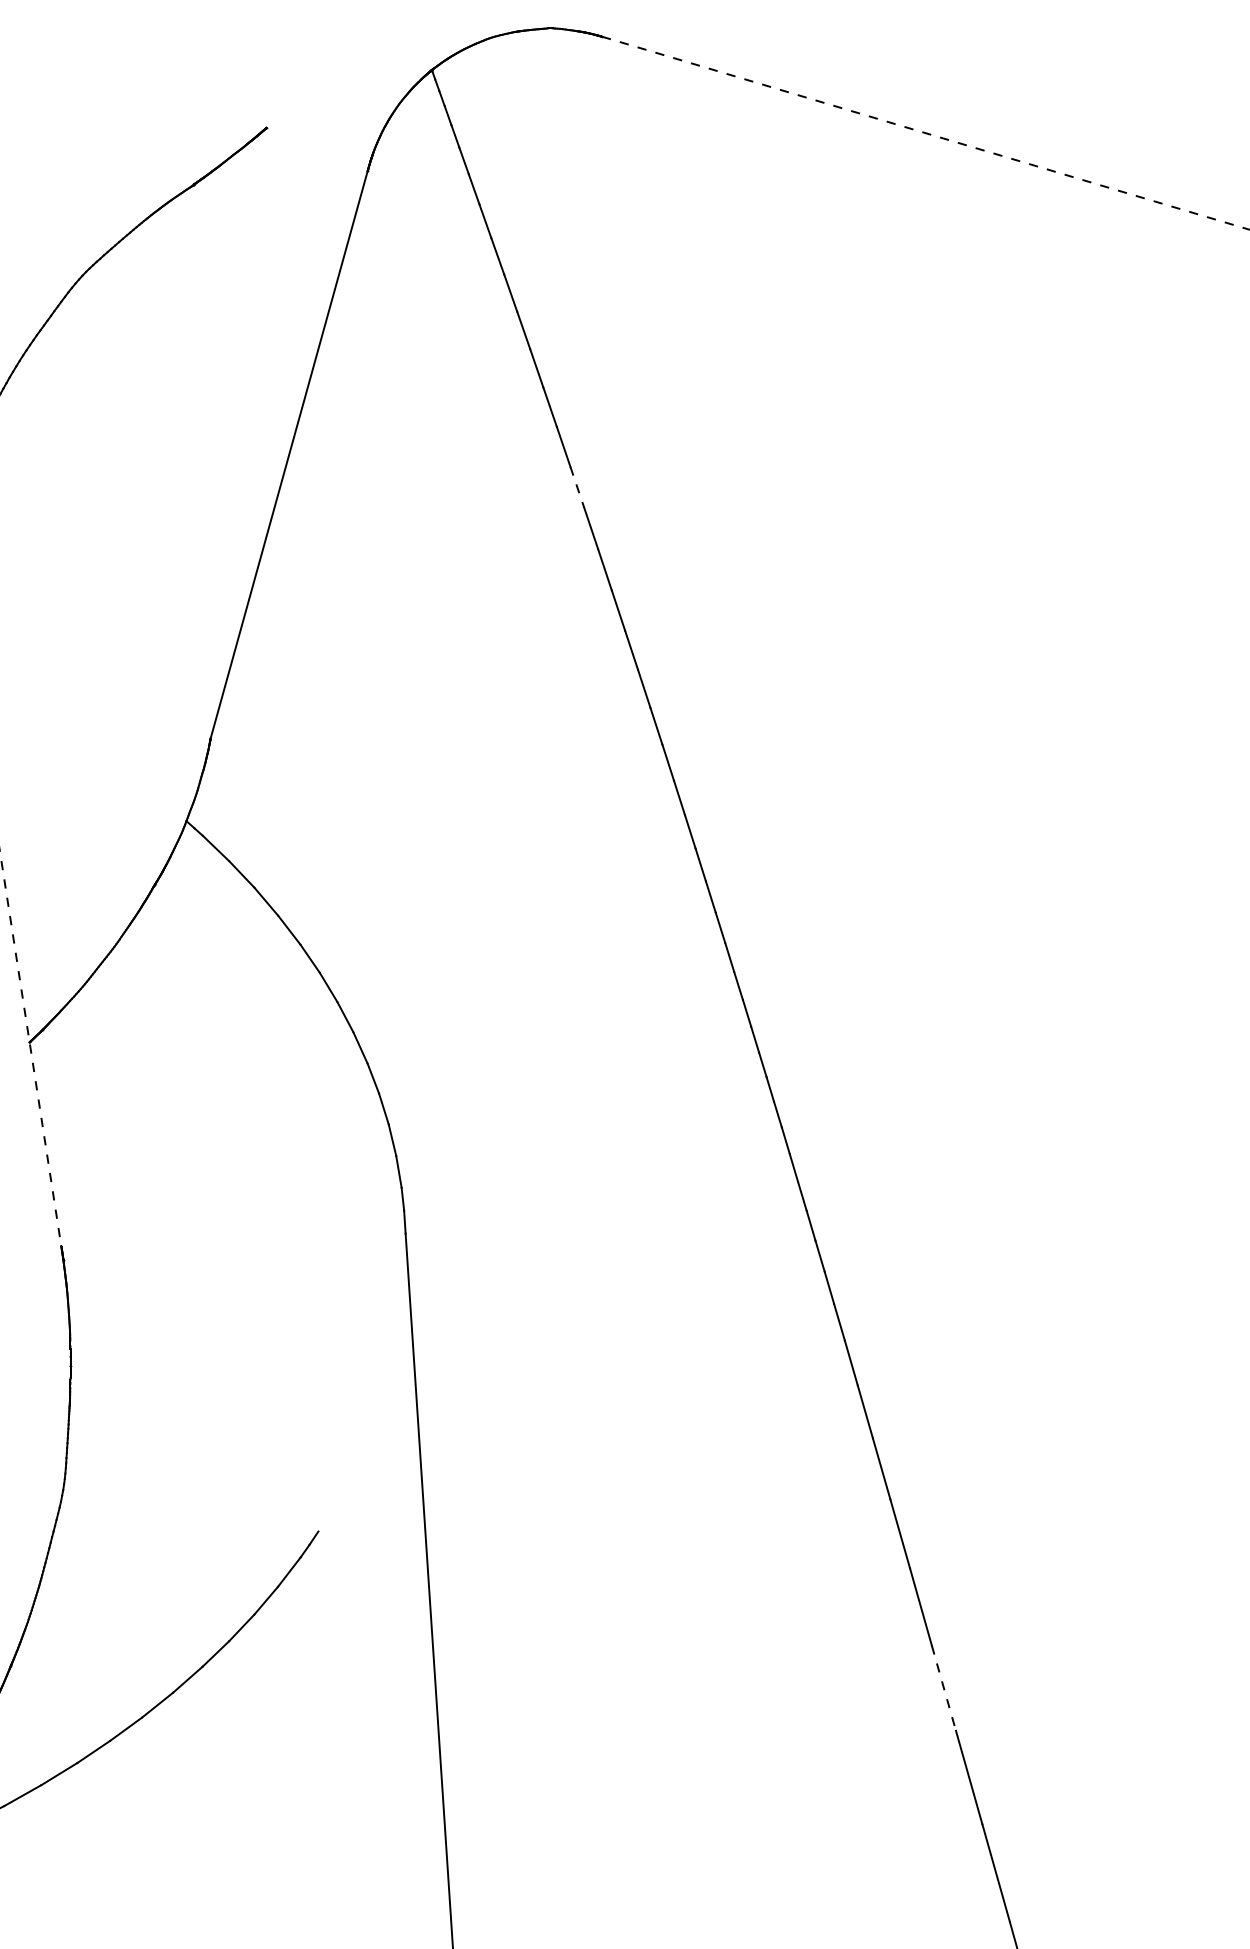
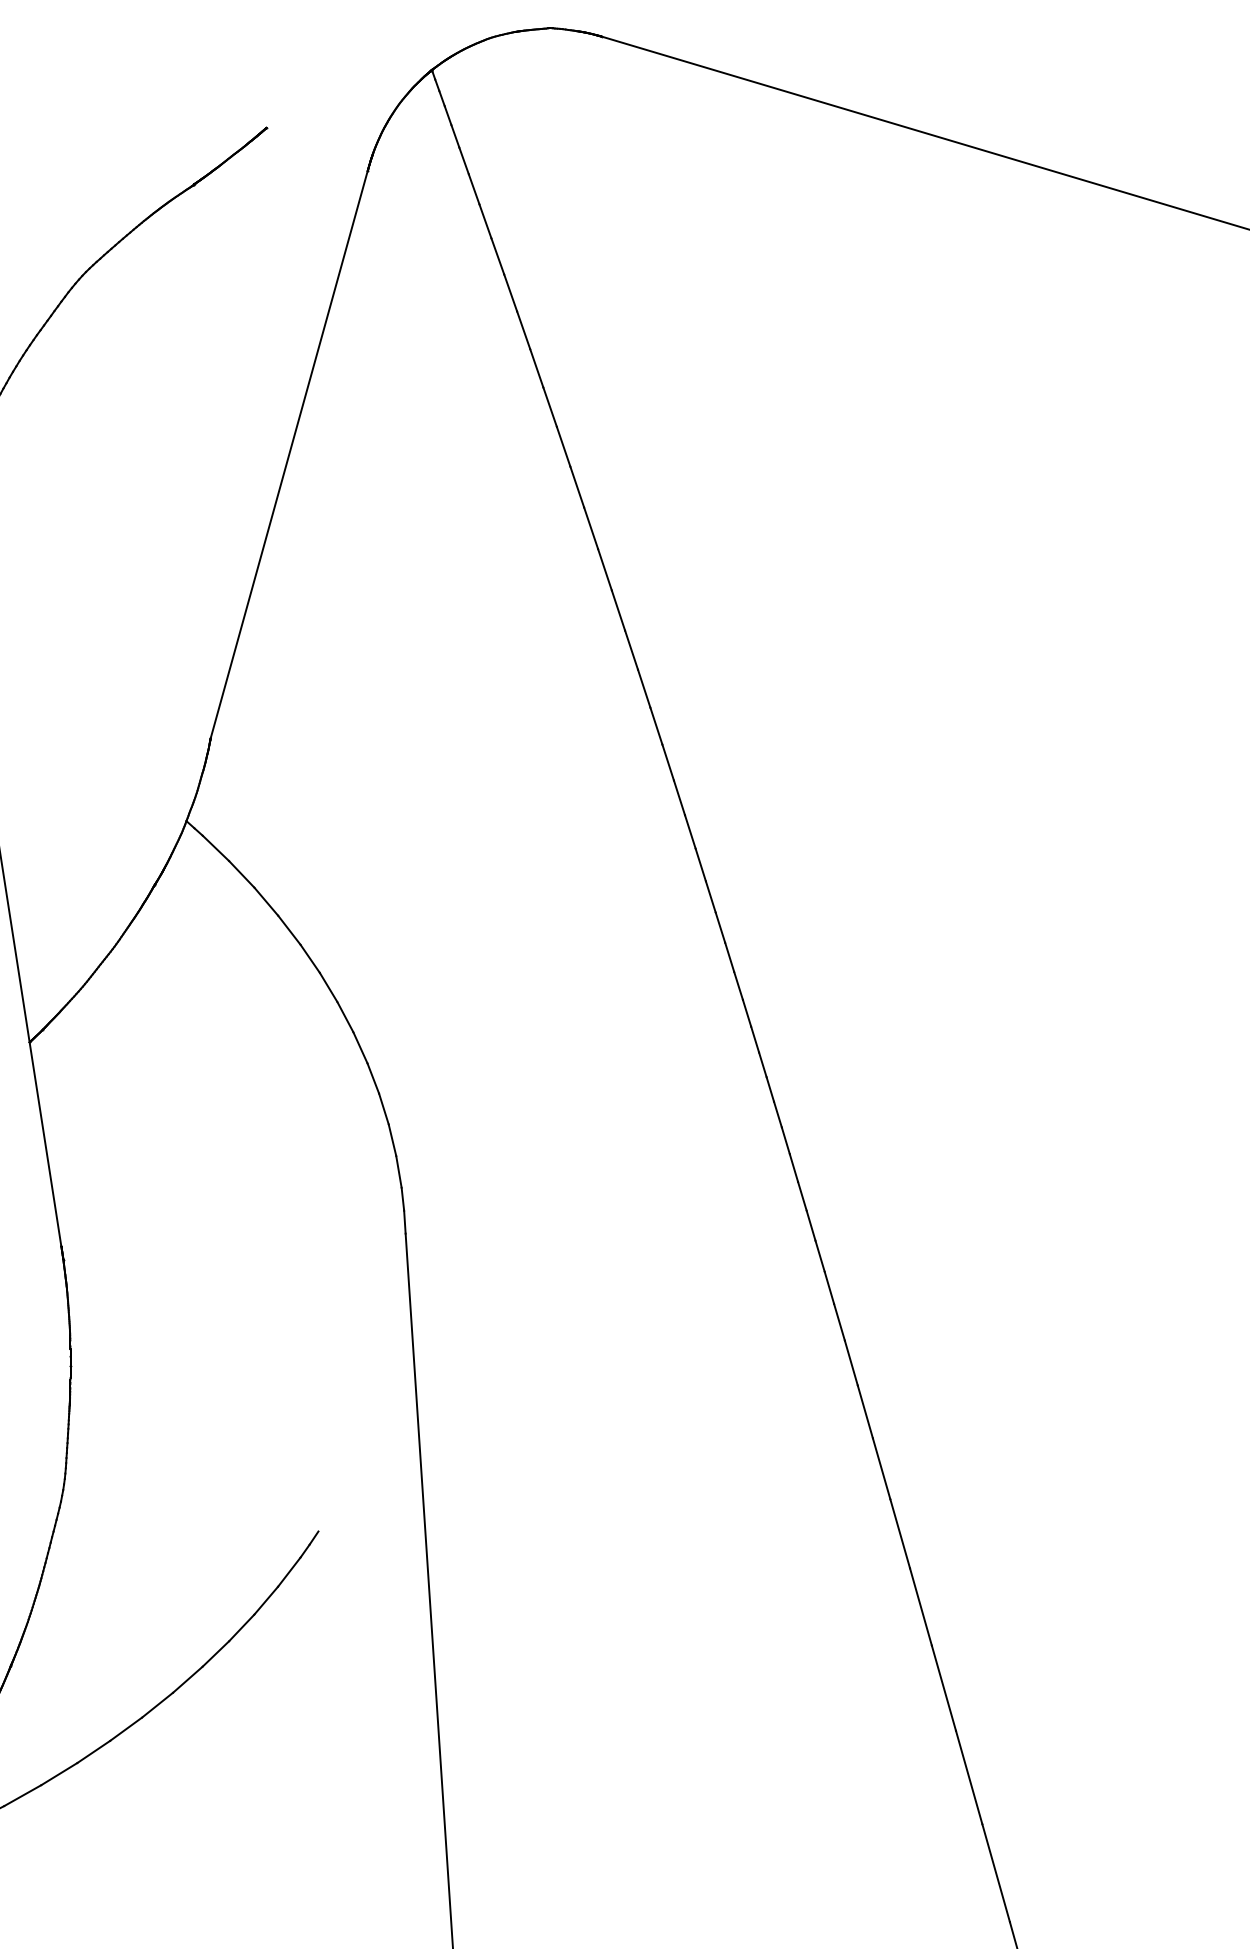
line at (925, 133): dashed -> solid
line at (577, 487): dashed -> solid
line at (30, 1049): dashed -> solid
line at (944, 1688): dashed -> solid
